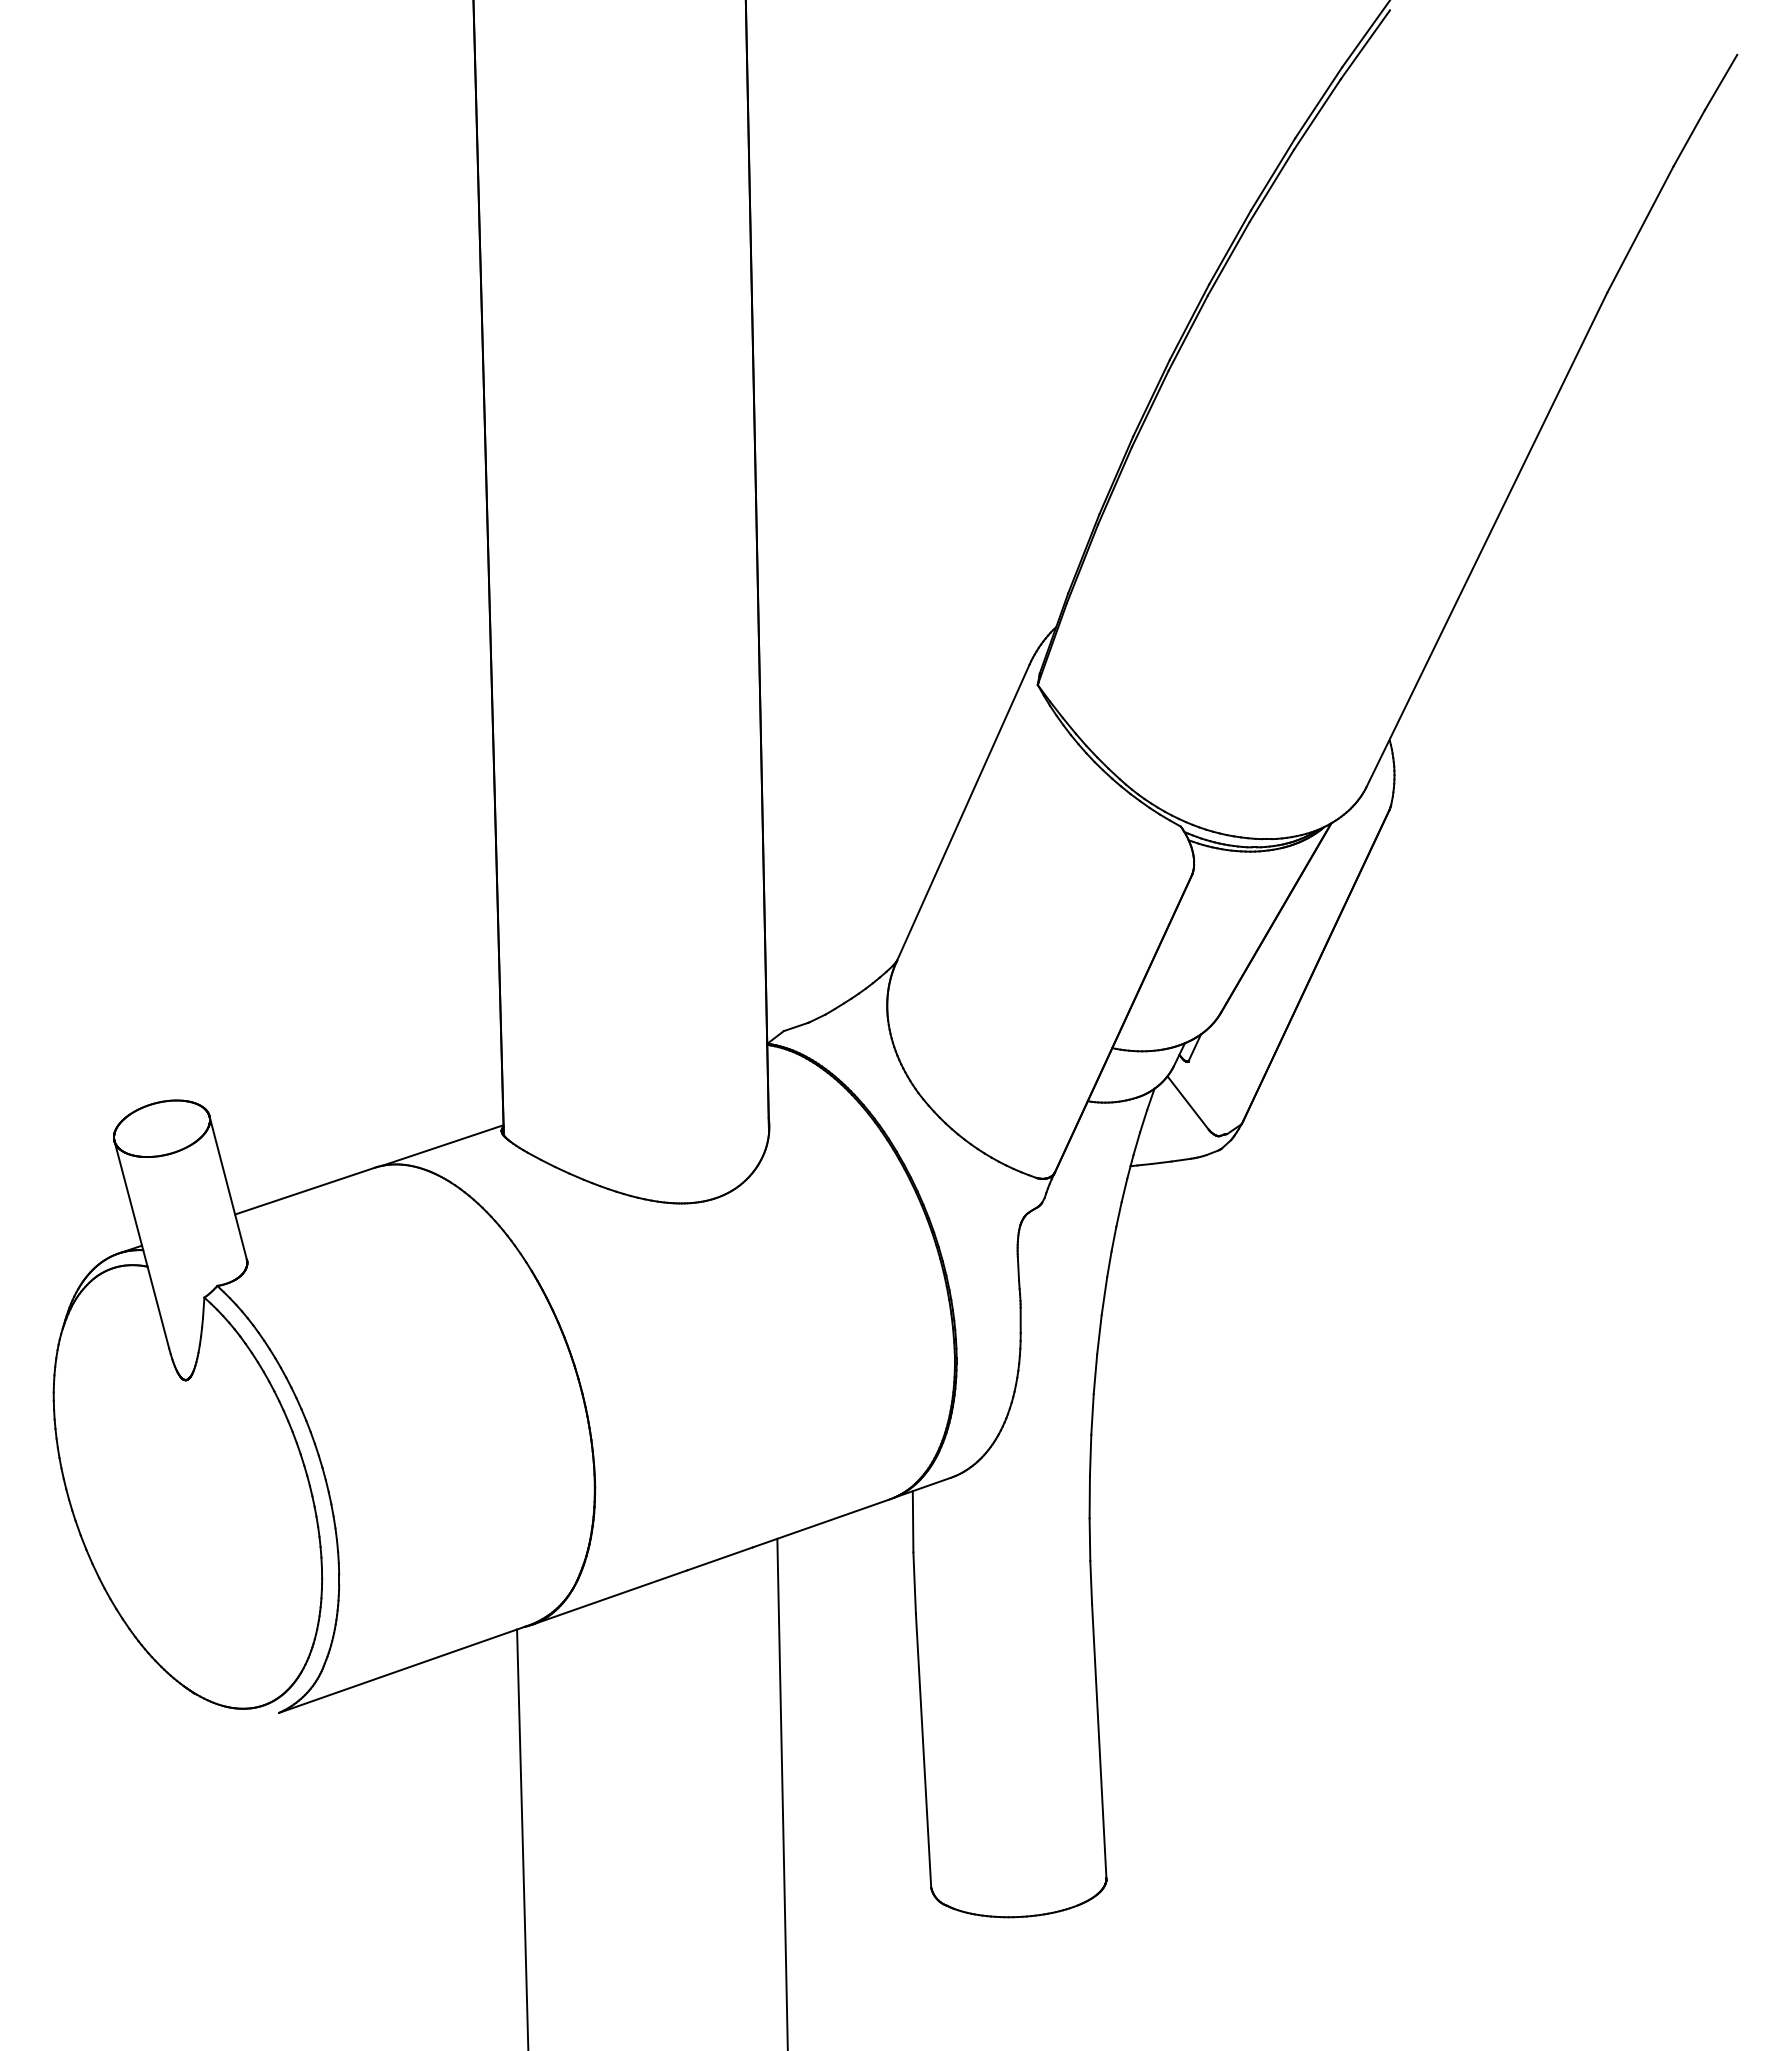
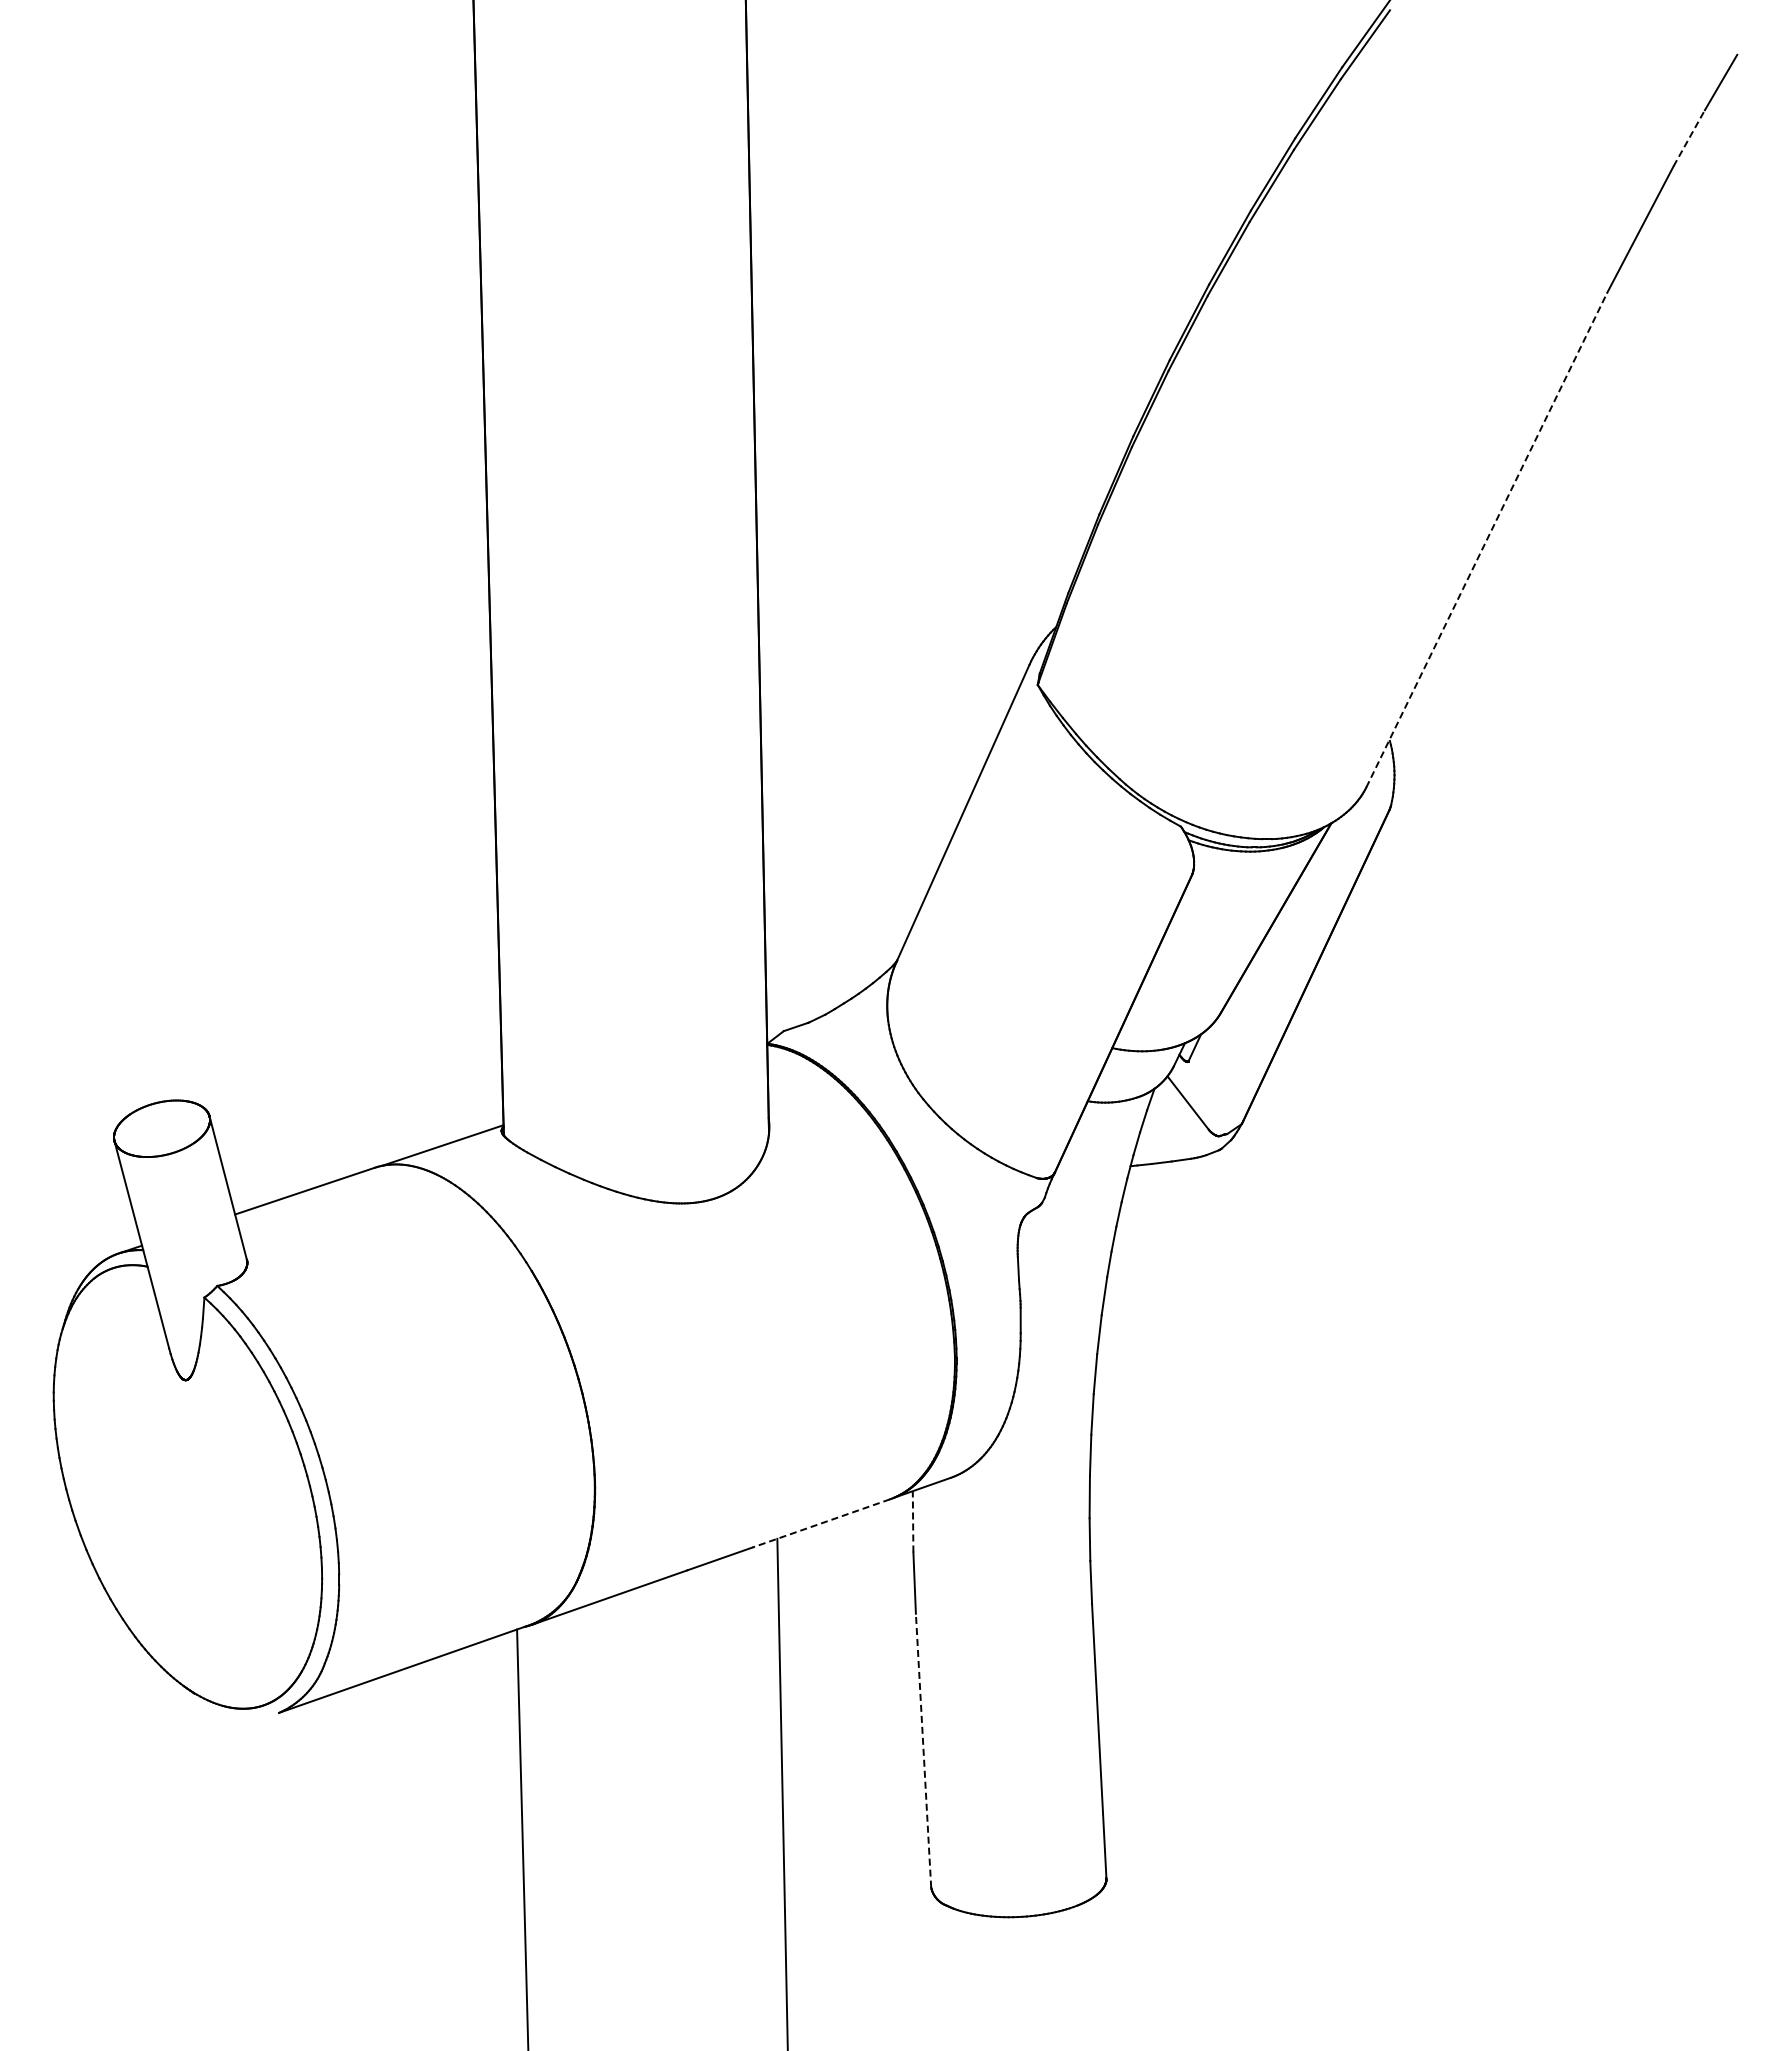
line at (1689, 137): solid -> dashed
line at (1486, 539): solid -> dashed
line at (913, 1521): solid -> dashed
line at (821, 1523): solid -> dashed
line at (923, 1750): solid -> dashed
